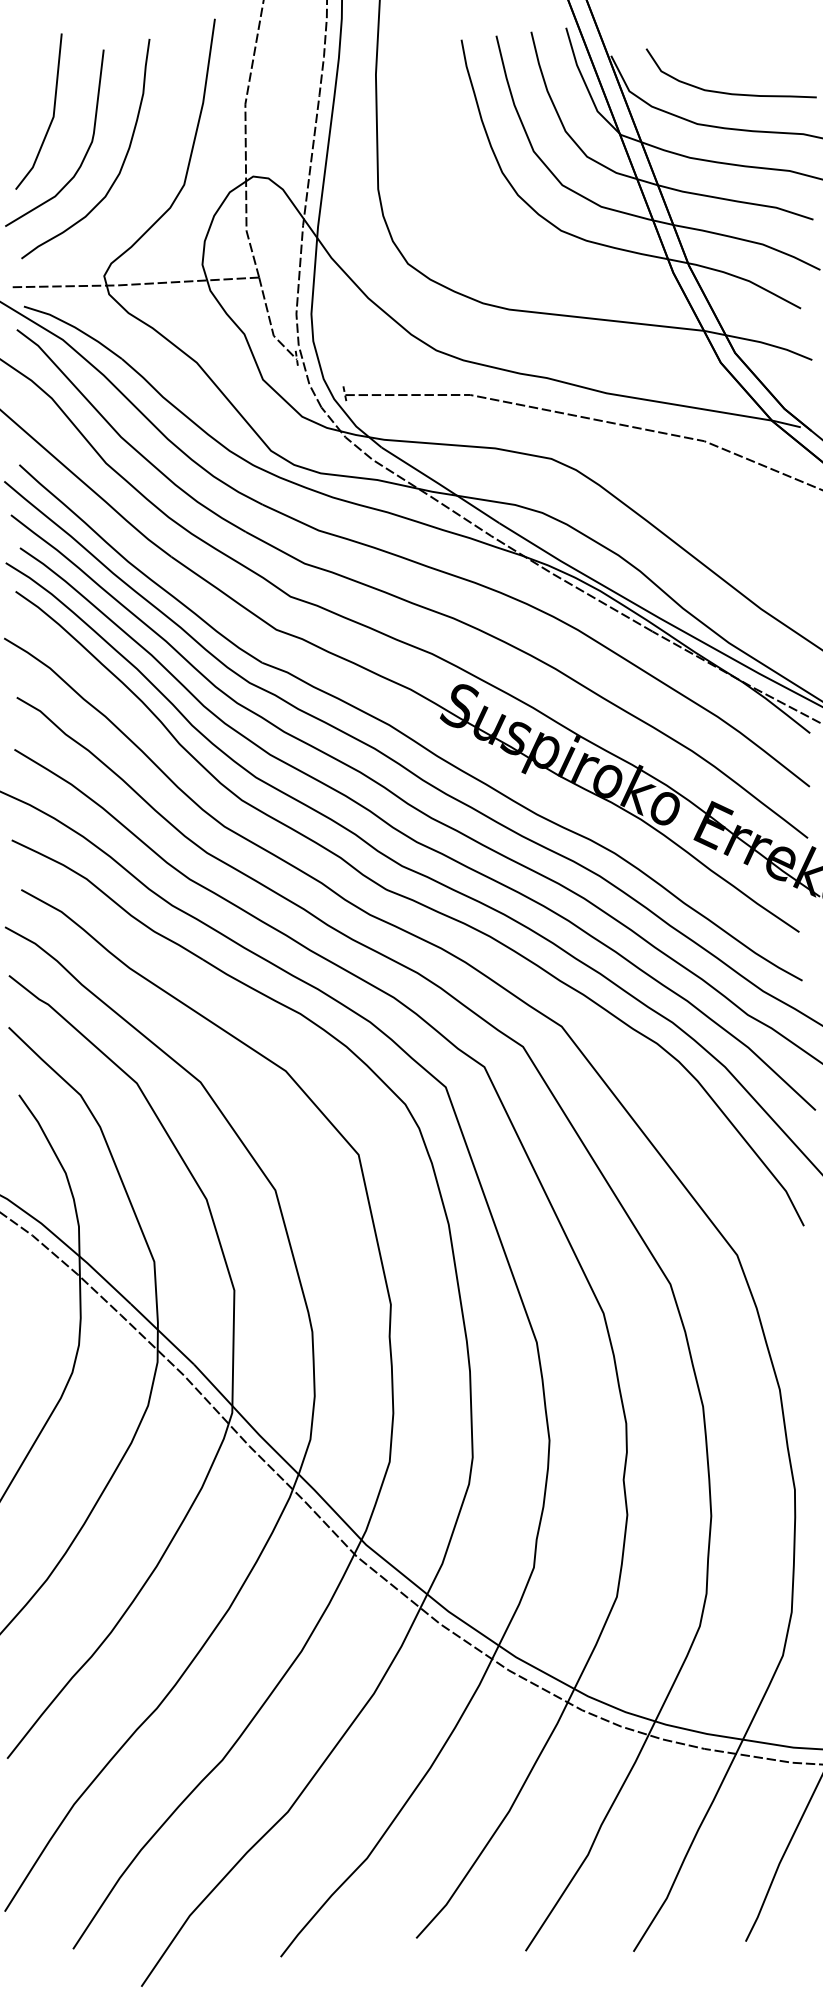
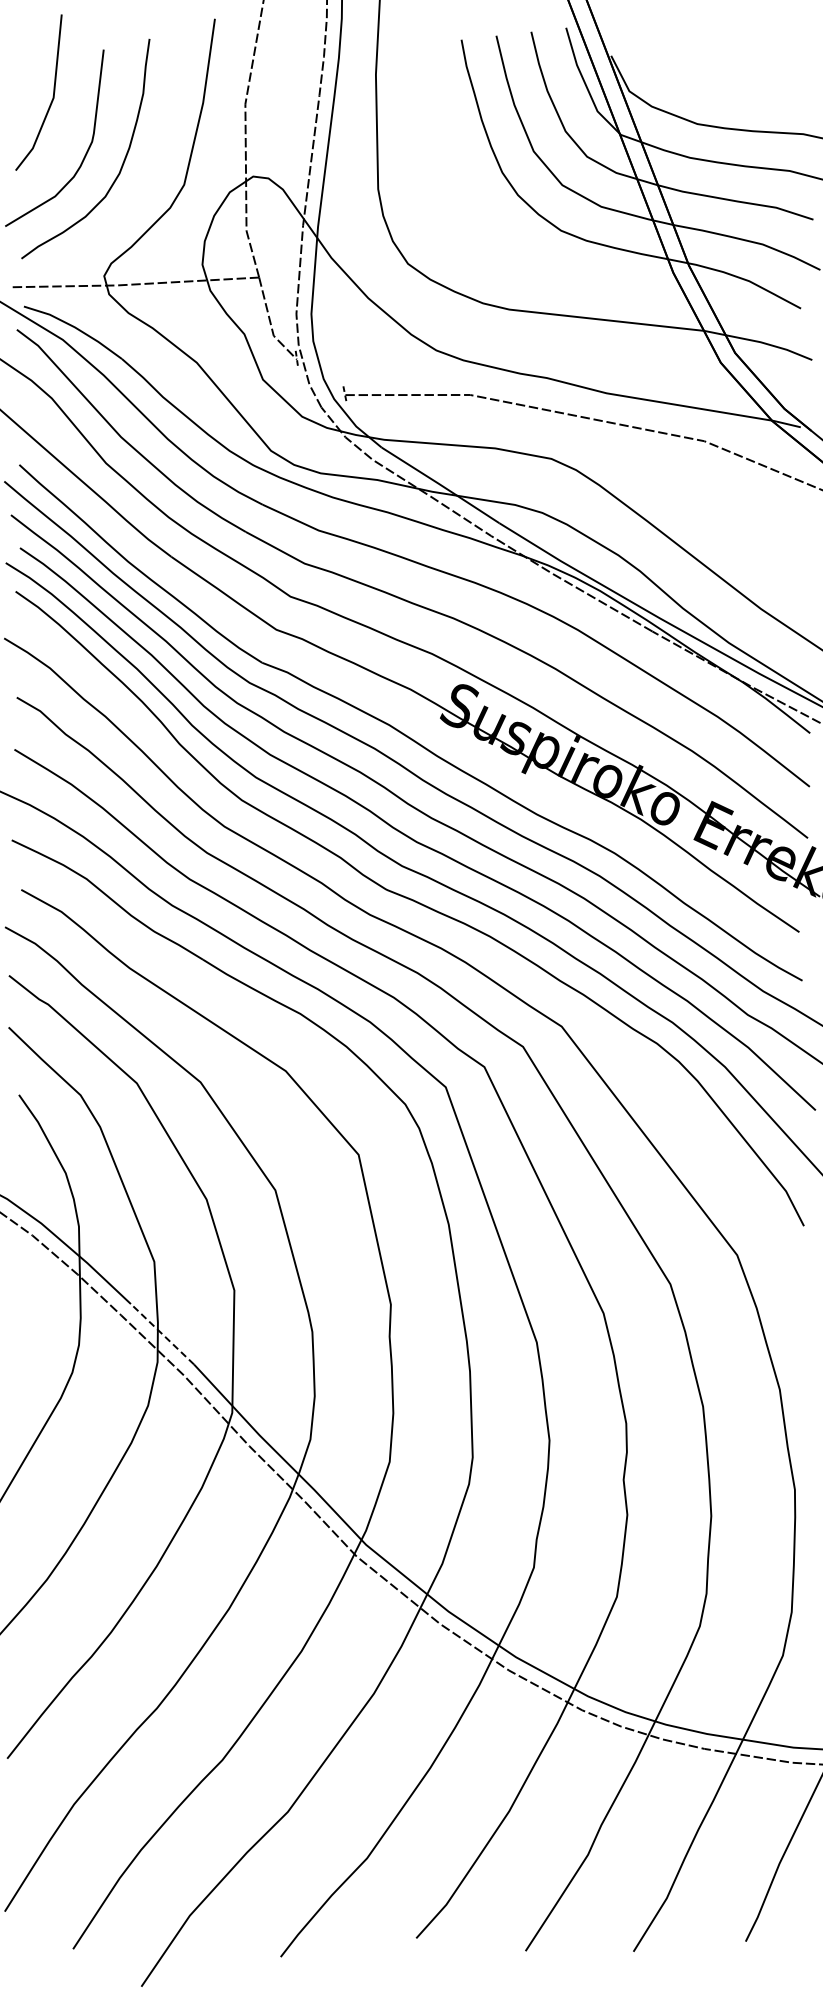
curve at (728, 92): present -> none
line at (52, 115) position: (52, 115) -> (52, 96)
line at (162, 1333): solid -> dashed
